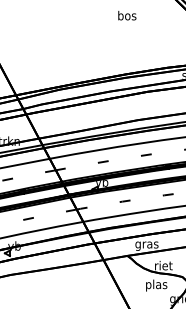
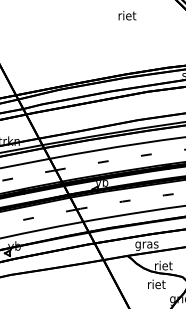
text at (127, 15): bos -> riet
text at (156, 285): plas -> riet
